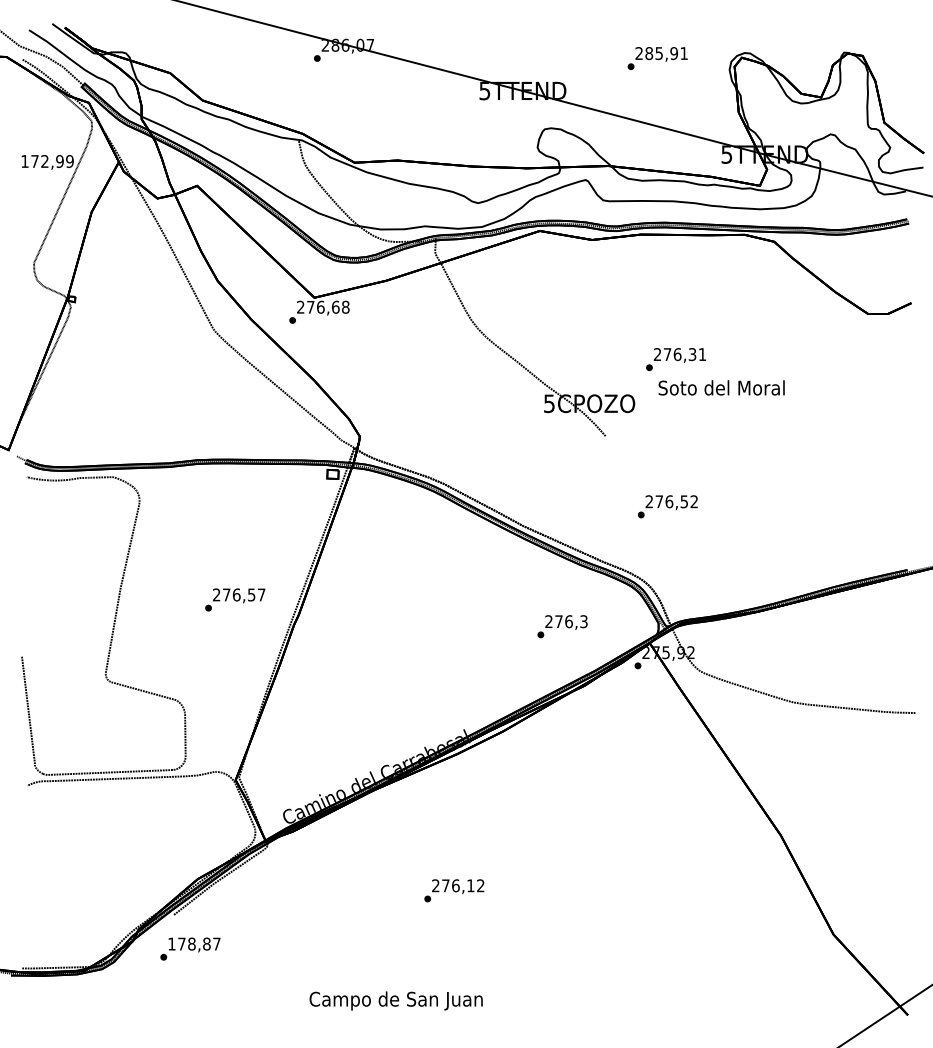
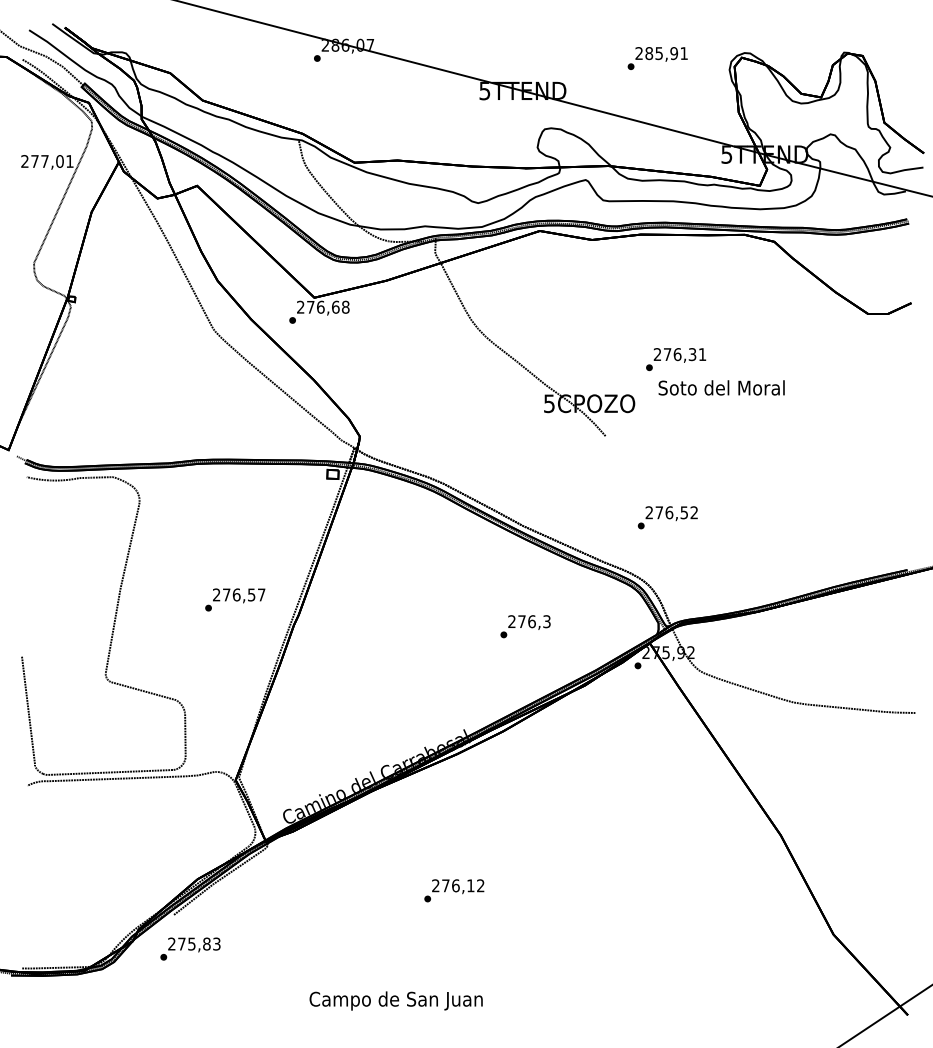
text at (47, 161): 172,99 -> 277,01
text at (667, 506) position: (667, 506) -> (667, 517)
text at (562, 626) position: (562, 626) -> (525, 626)
text at (194, 943): 178,87 -> 275,83
